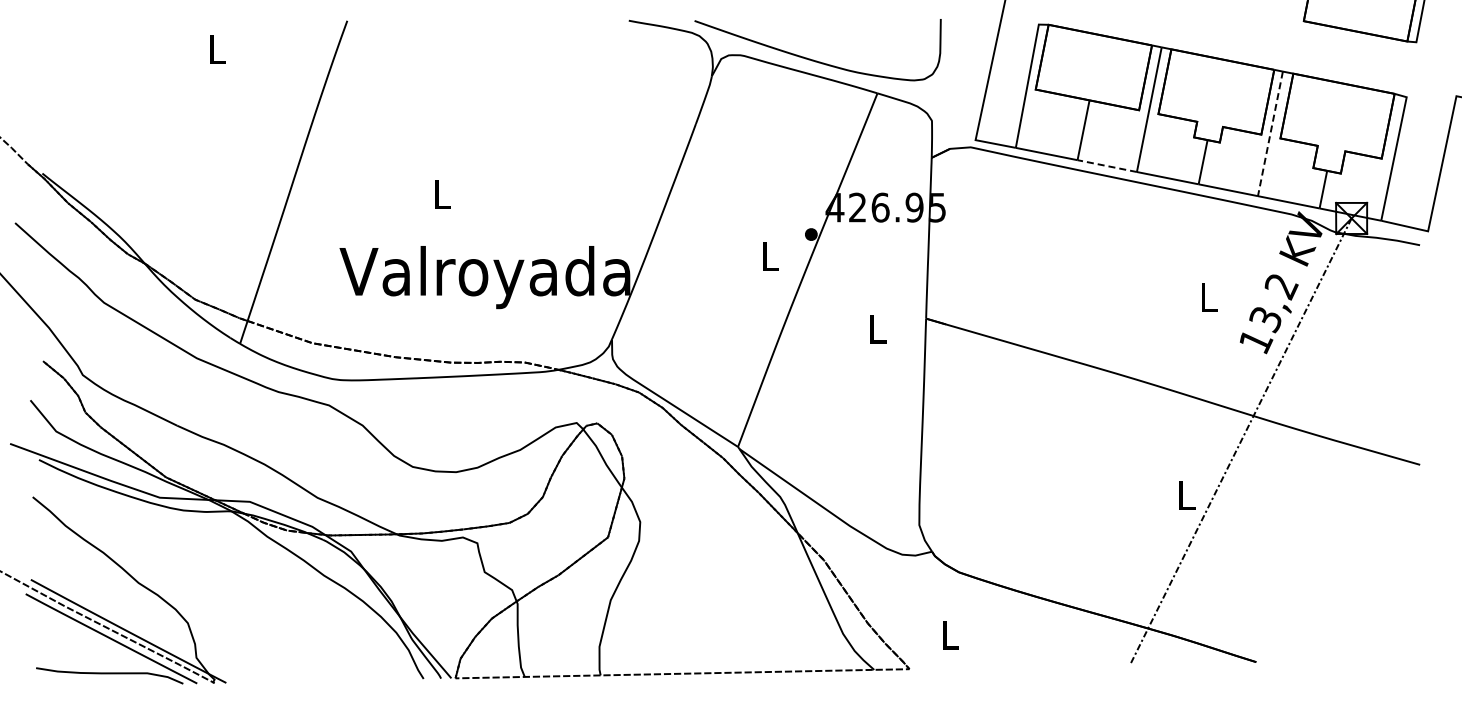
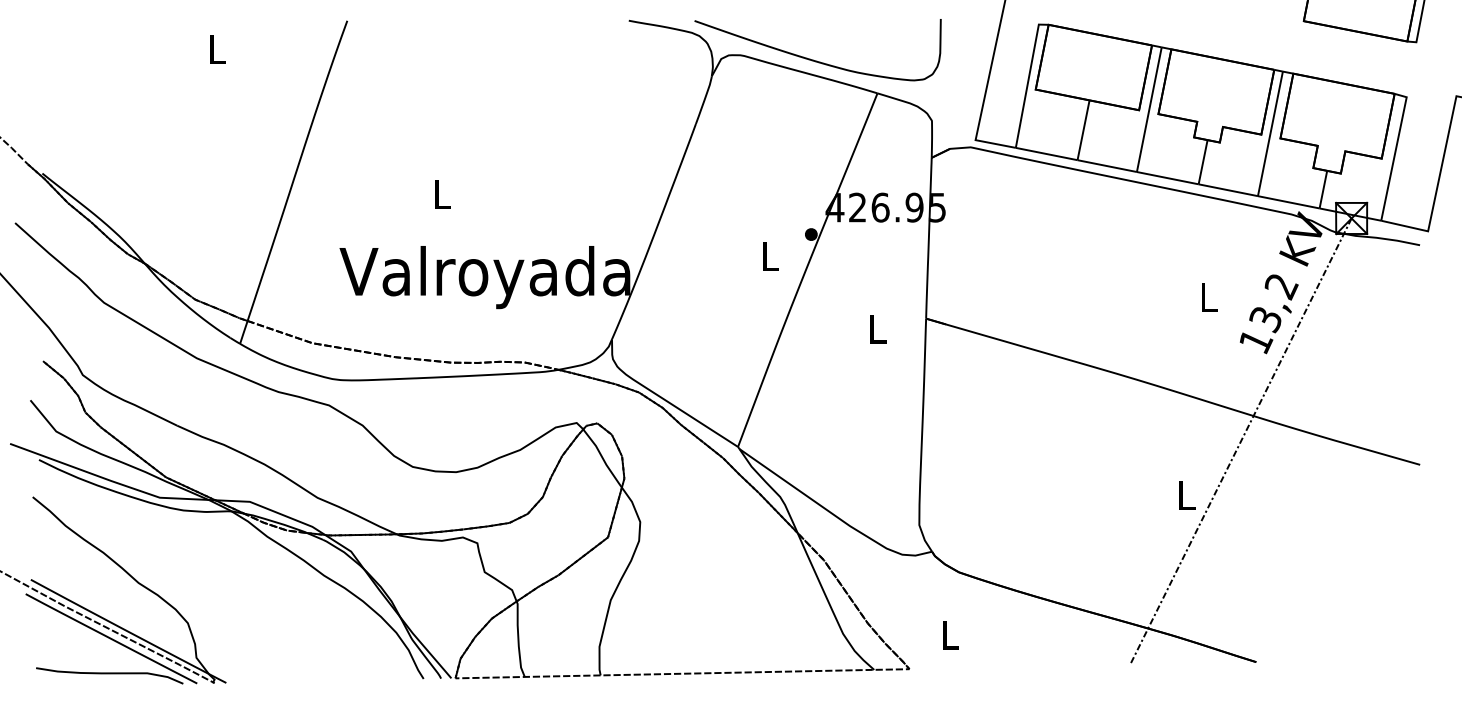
line at (1270, 133): dashed -> solid
line at (1106, 166): dashed -> solid
